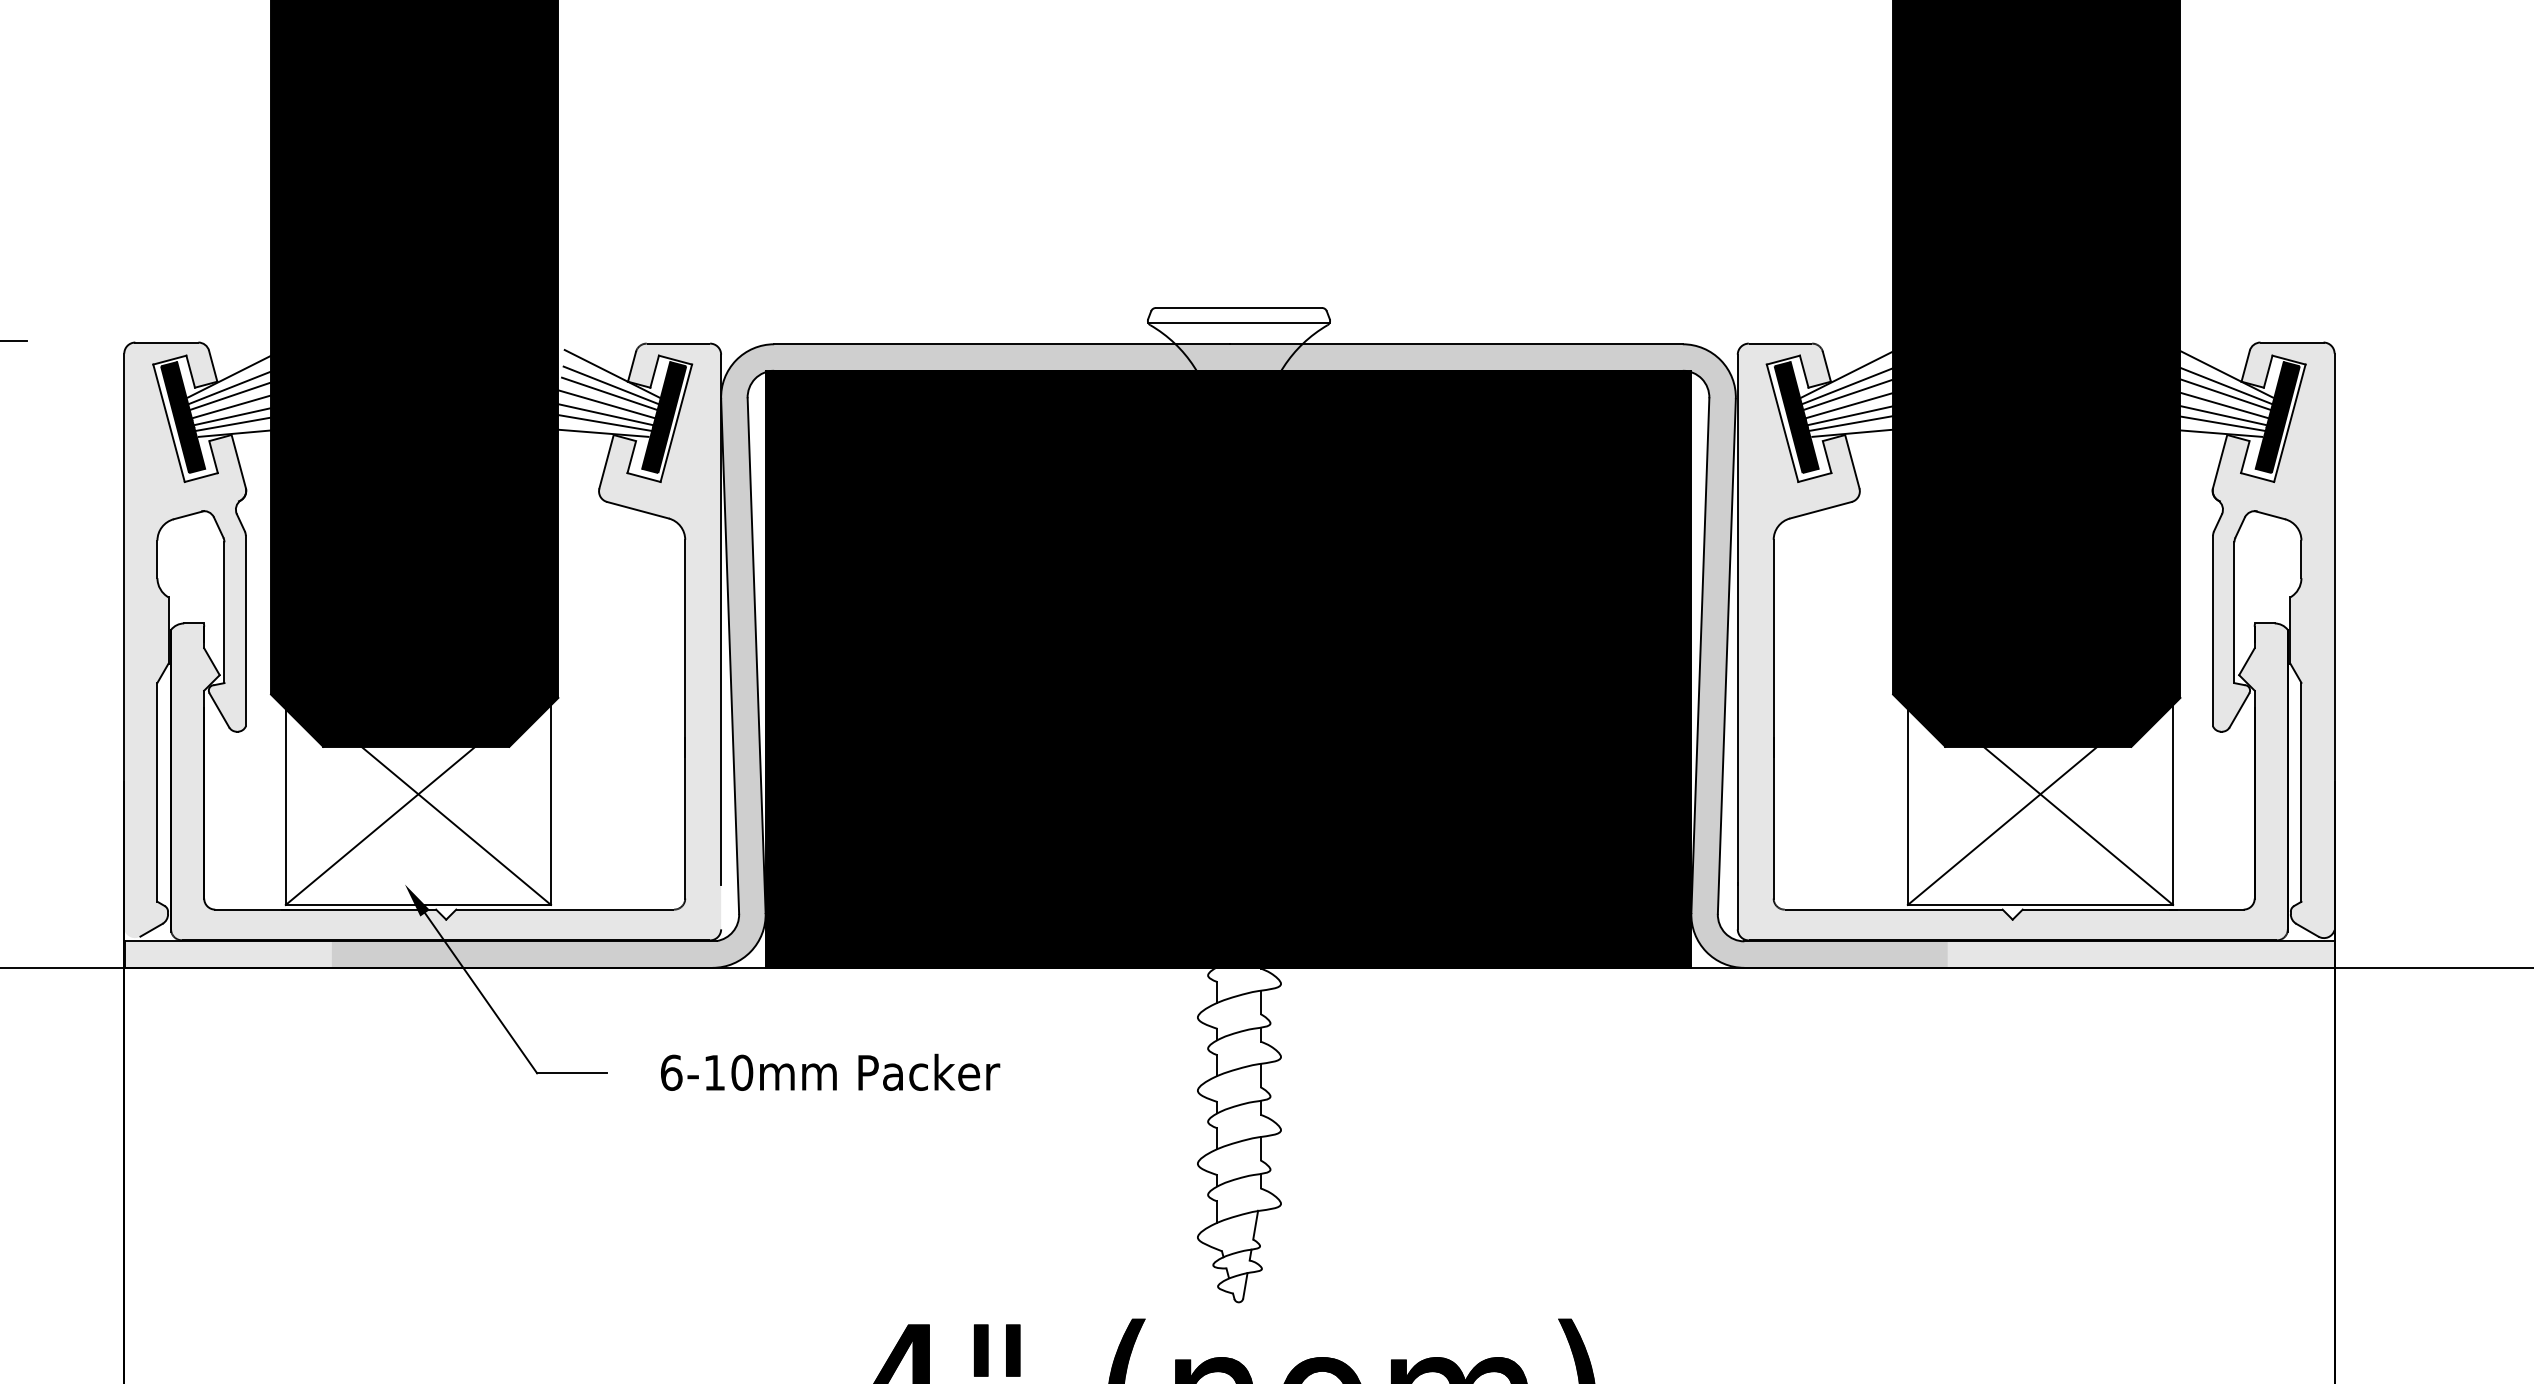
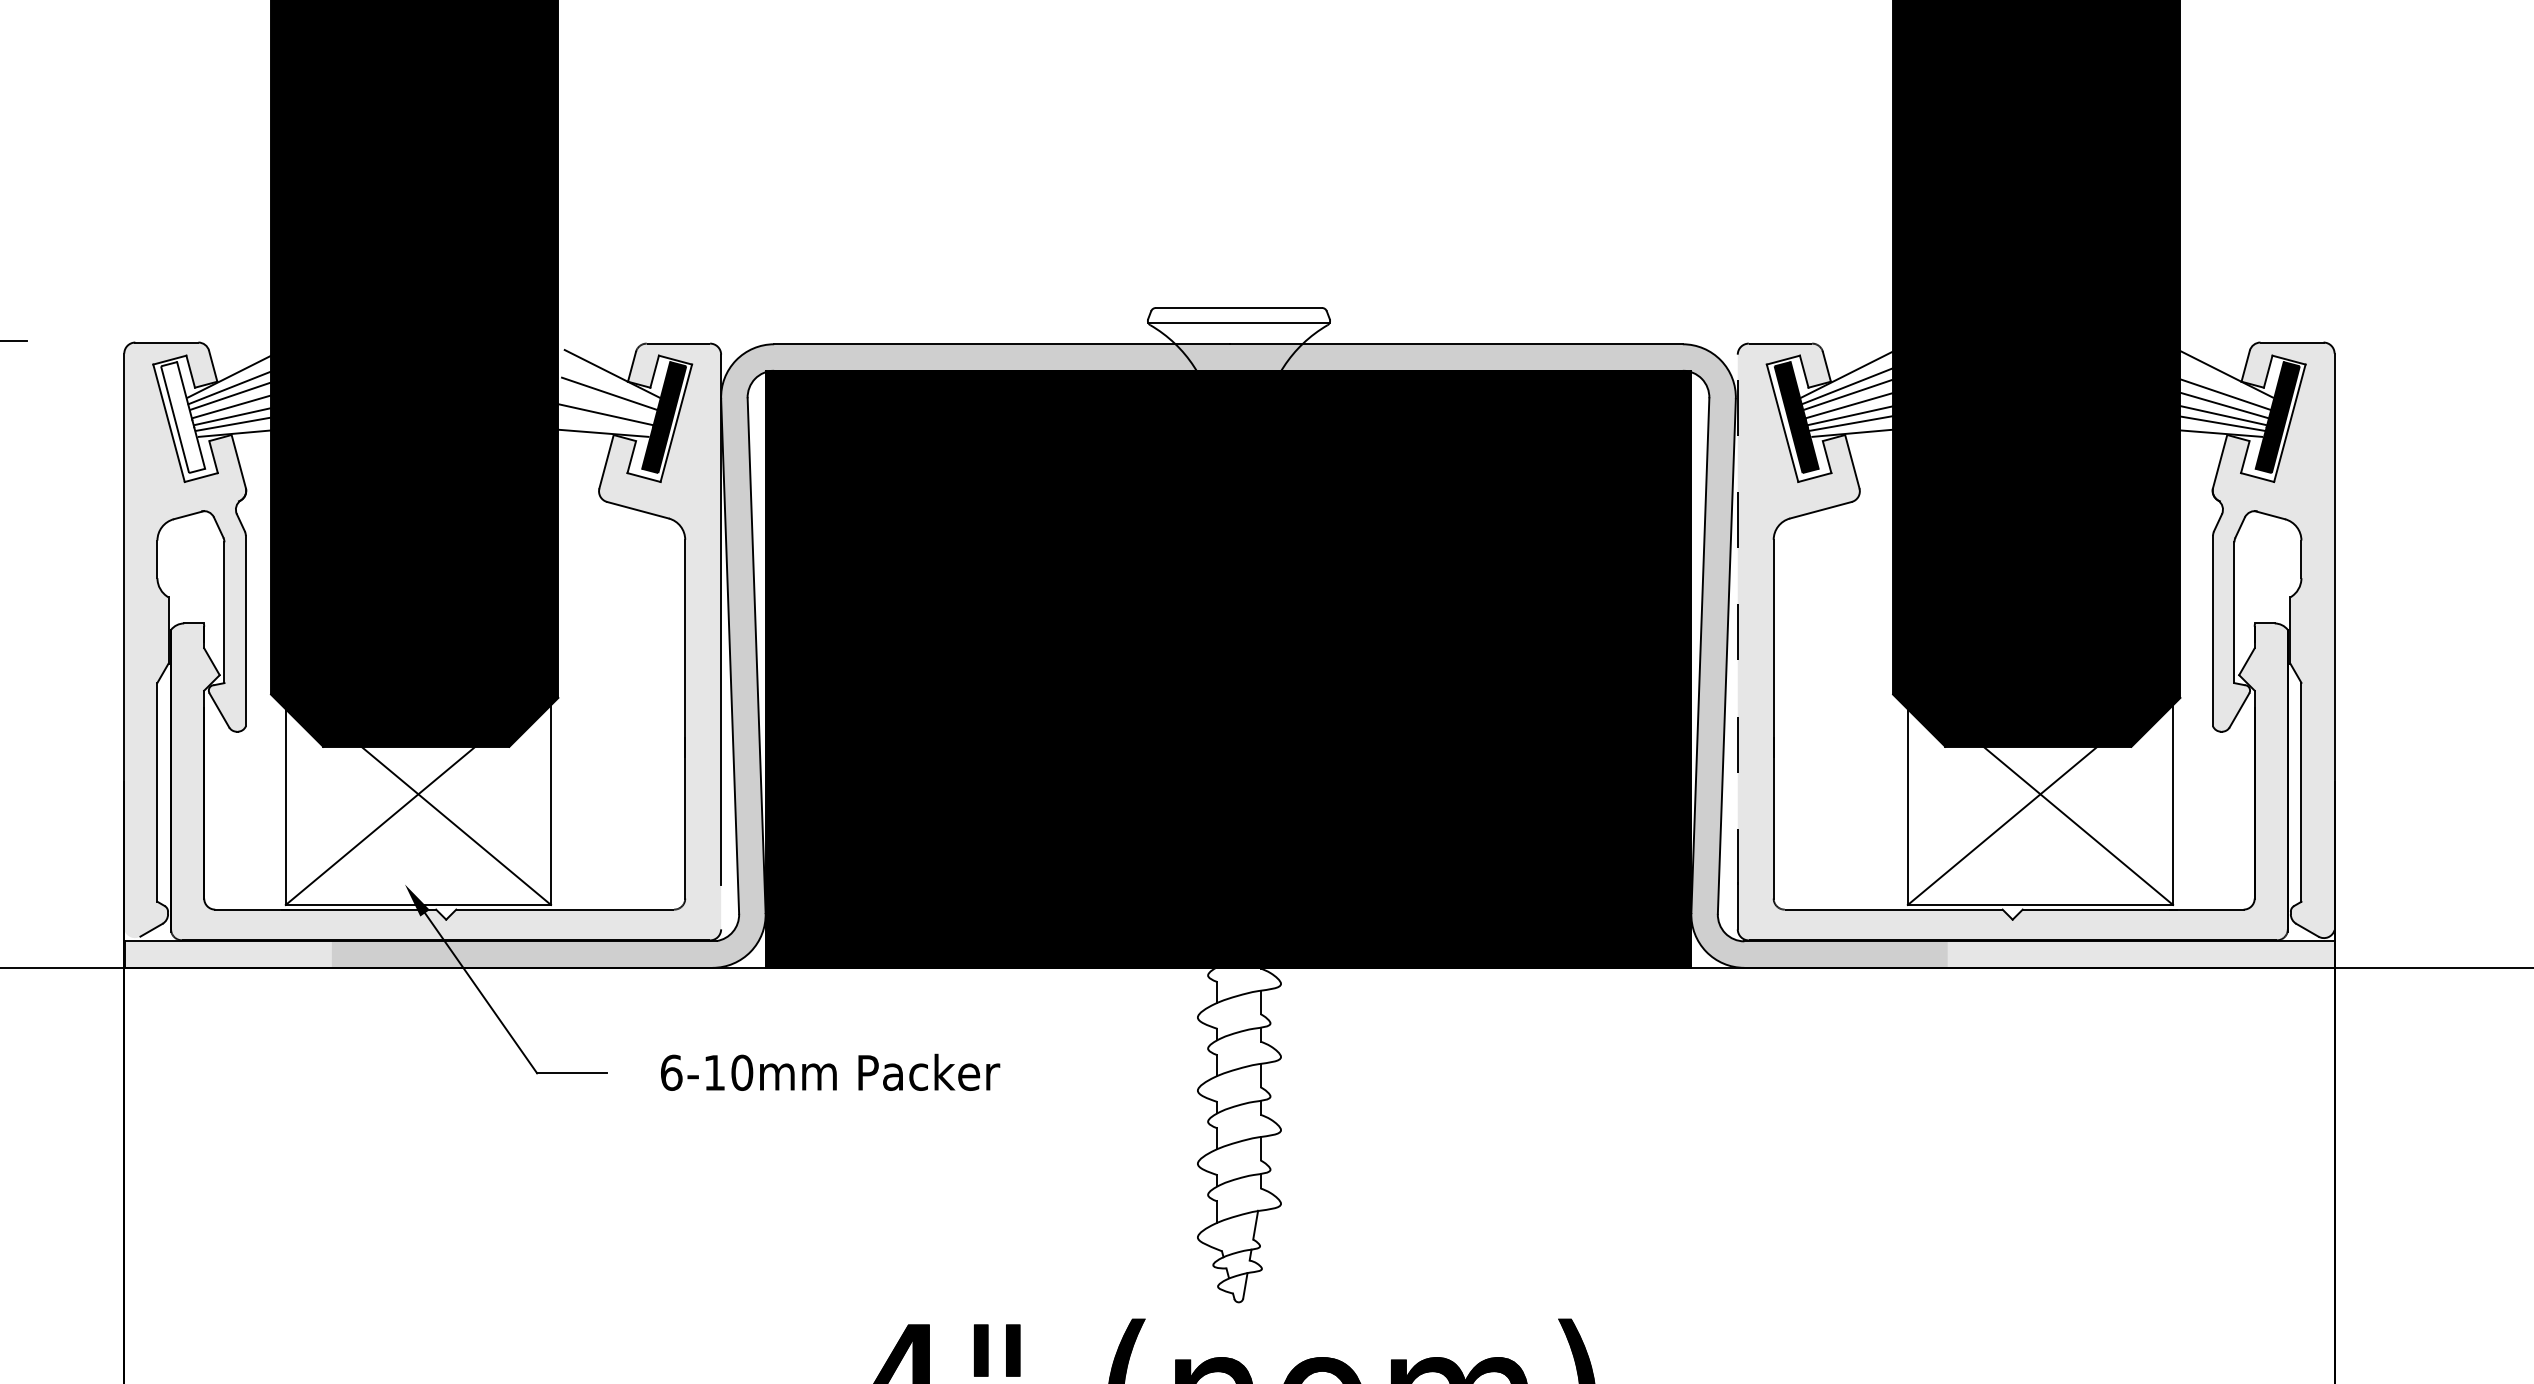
line at (610, 385): present -> none
line at (2224, 385): present -> none
line at (606, 404): present -> none
fill at (183, 417): present -> none
line at (604, 422): present -> none
line at (1737, 619): solid -> dashed
